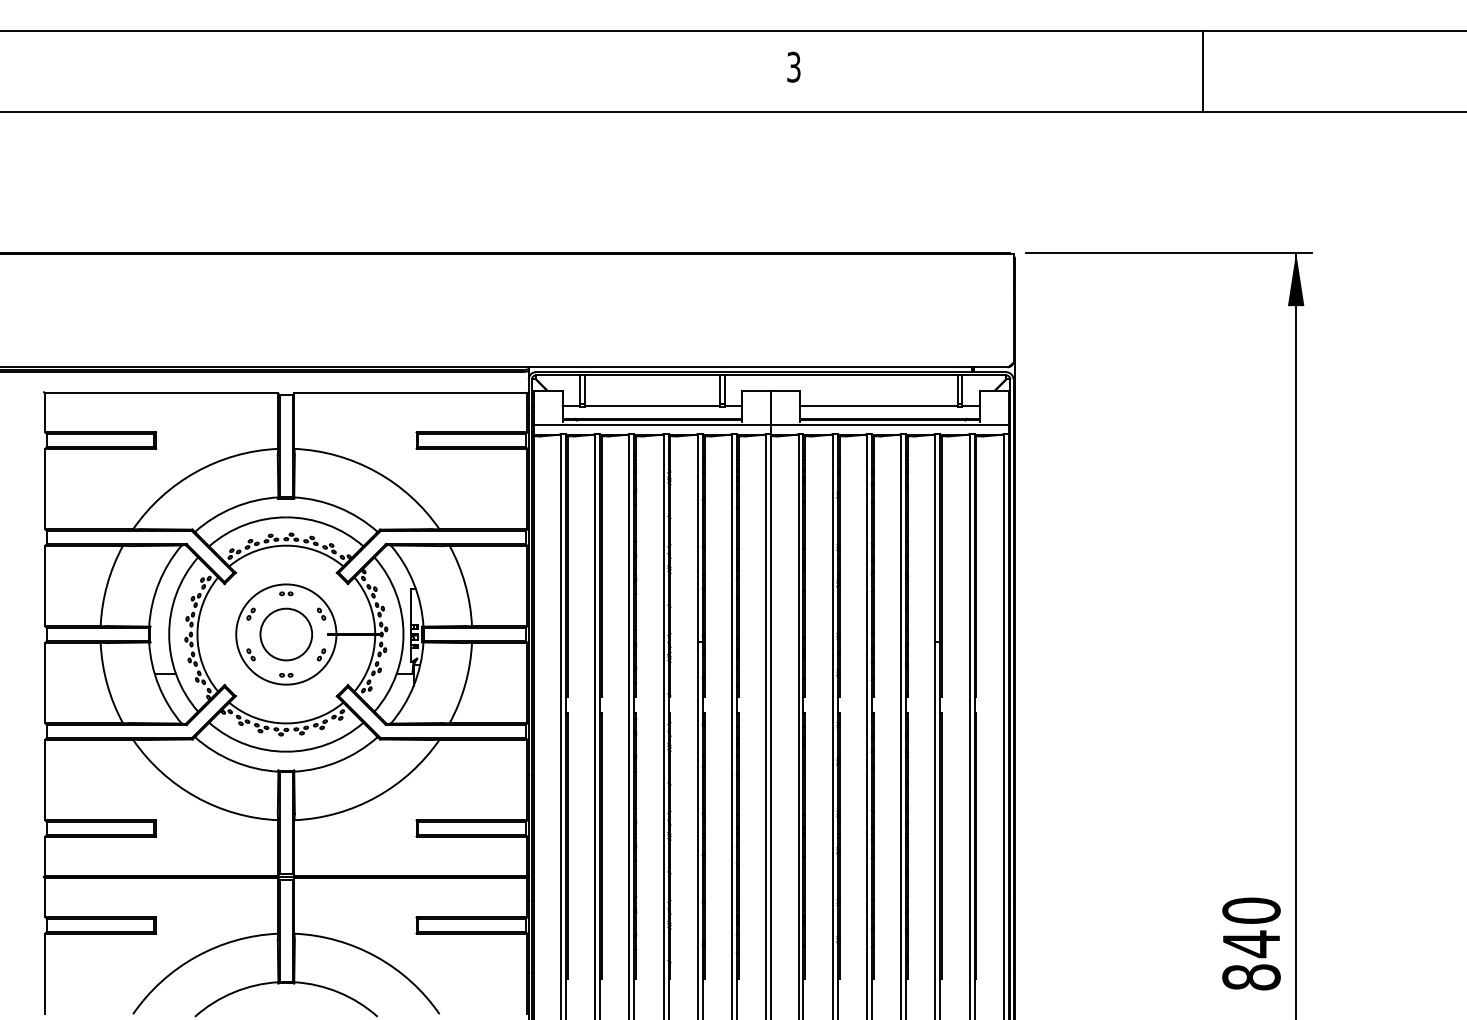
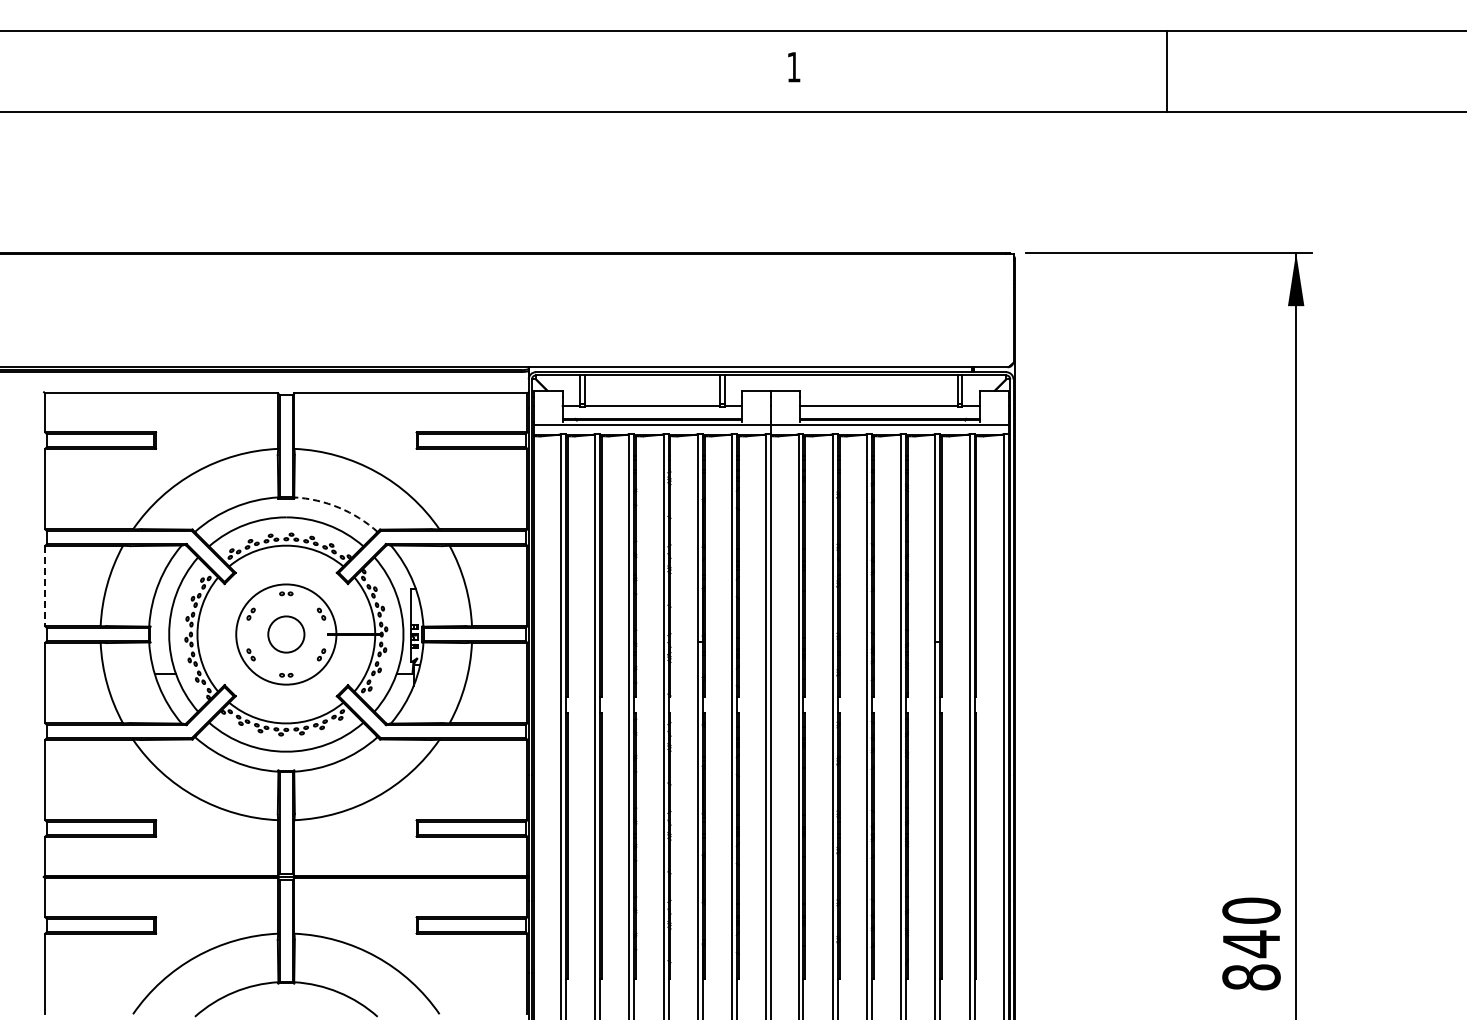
text at (793, 66): 3 -> 1
line at (1202, 70) position: (1202, 70) -> (1166, 70)
arc at (338, 507): solid -> dashed
line at (45, 586): solid -> dashed
circle at (286, 634) size: 55x55 px -> 39x39 px
